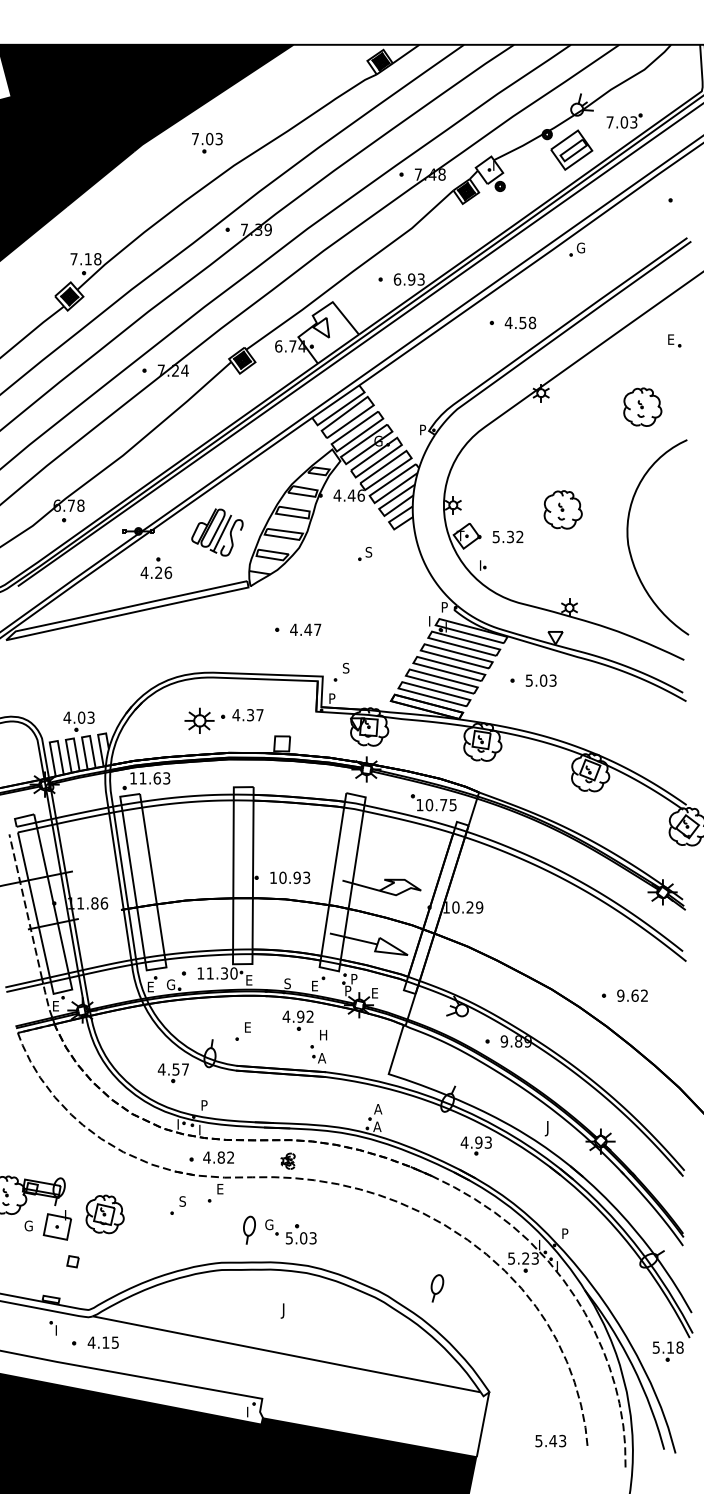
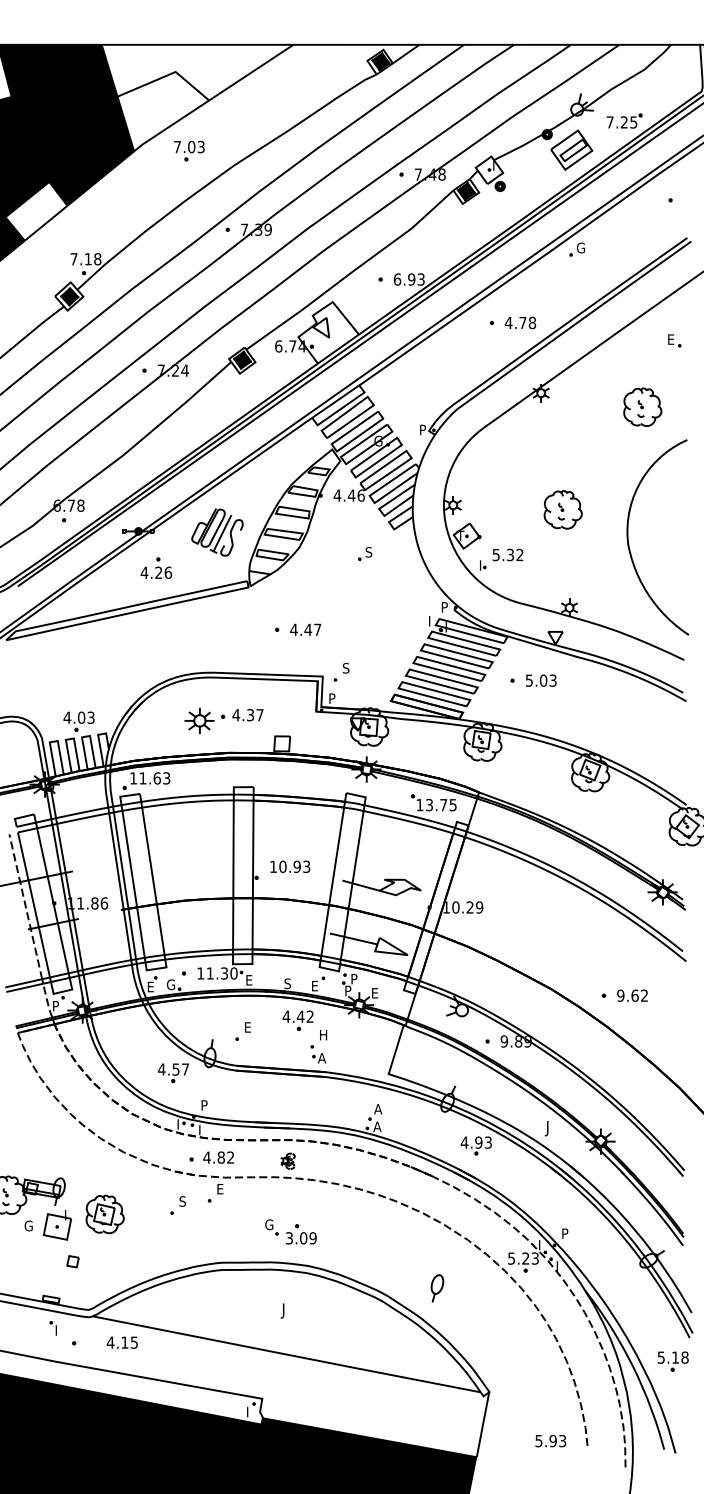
fill at (197, 97): present -> none
text at (628, 122): 7.03 -> 7.25
part at (207, 142) position: (207, 142) -> (189, 150)
fill at (36, 210): present -> none
text at (522, 323): 4.58 -> 4.78
text at (507, 536) position: (507, 536) -> (507, 554)
text at (429, 805): 10.75 -> 13.75
text at (290, 877) position: (290, 877) -> (290, 866)
text at (56, 1006): E -> P
text at (300, 1016): 4.92 -> 4.42
part at (249, 1229): present -> none
text at (301, 1238): 5.03 -> 3.09
text at (102, 1342) position: (102, 1342) -> (121, 1342)
part at (667, 1351) position: (667, 1351) -> (672, 1361)
text at (553, 1440): 5.43 -> 5.93
